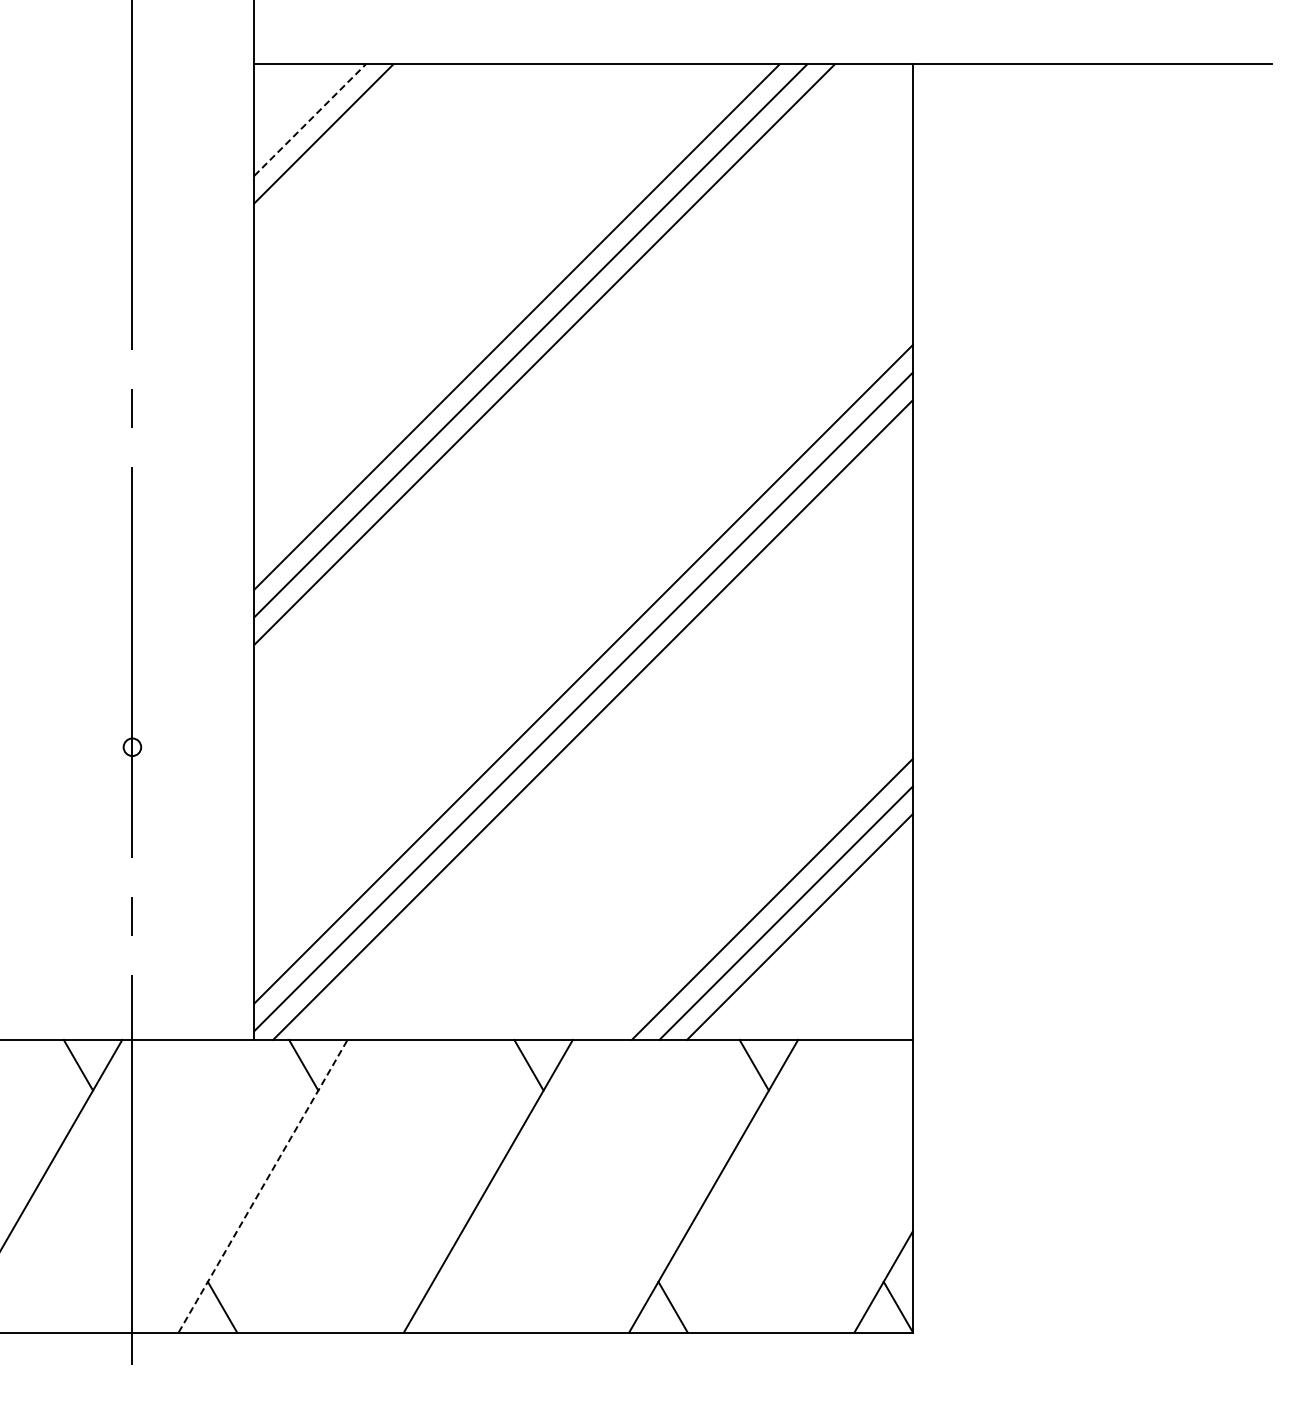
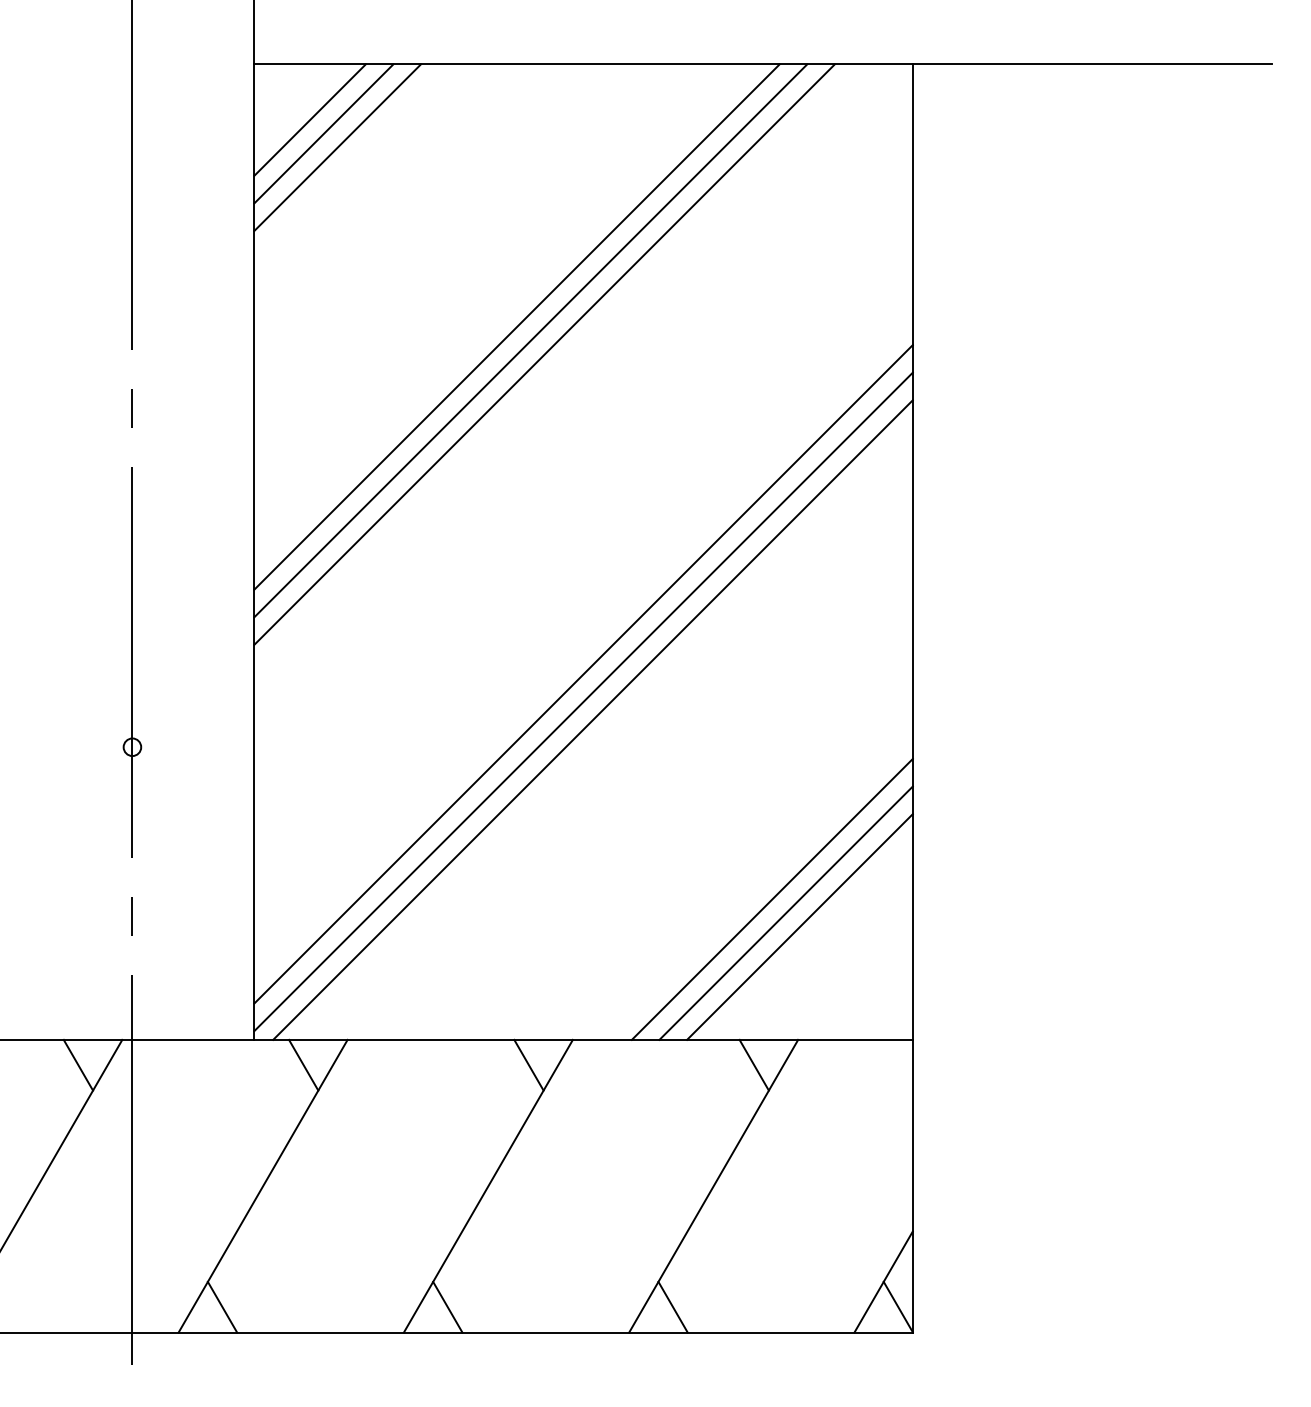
line at (310, 120): dashed -> solid
line at (337, 147): none -> present
line at (263, 1186): dashed -> solid
line at (447, 1306): none -> present
